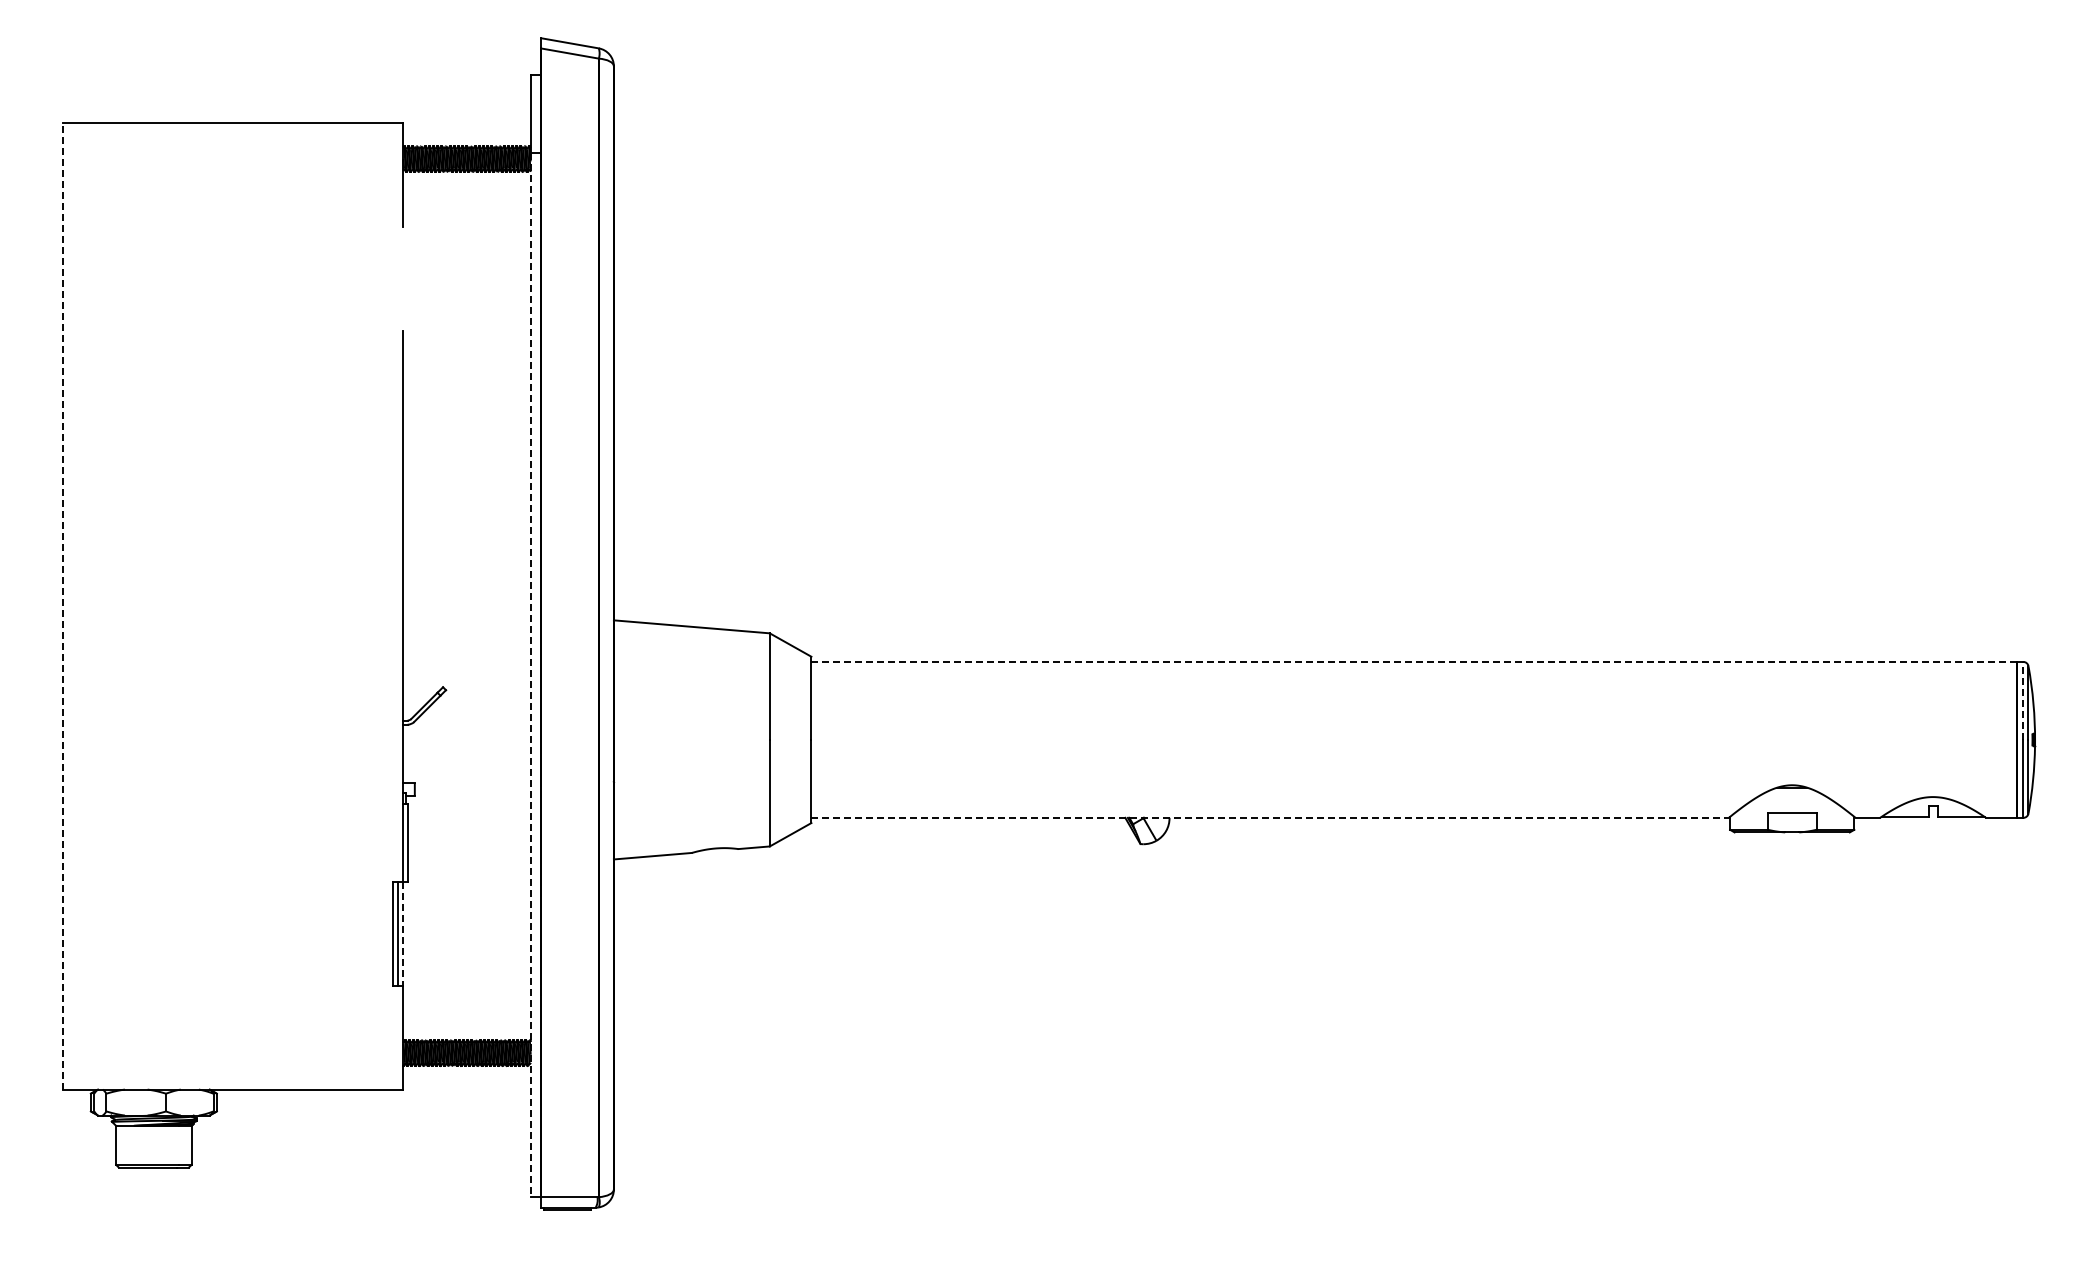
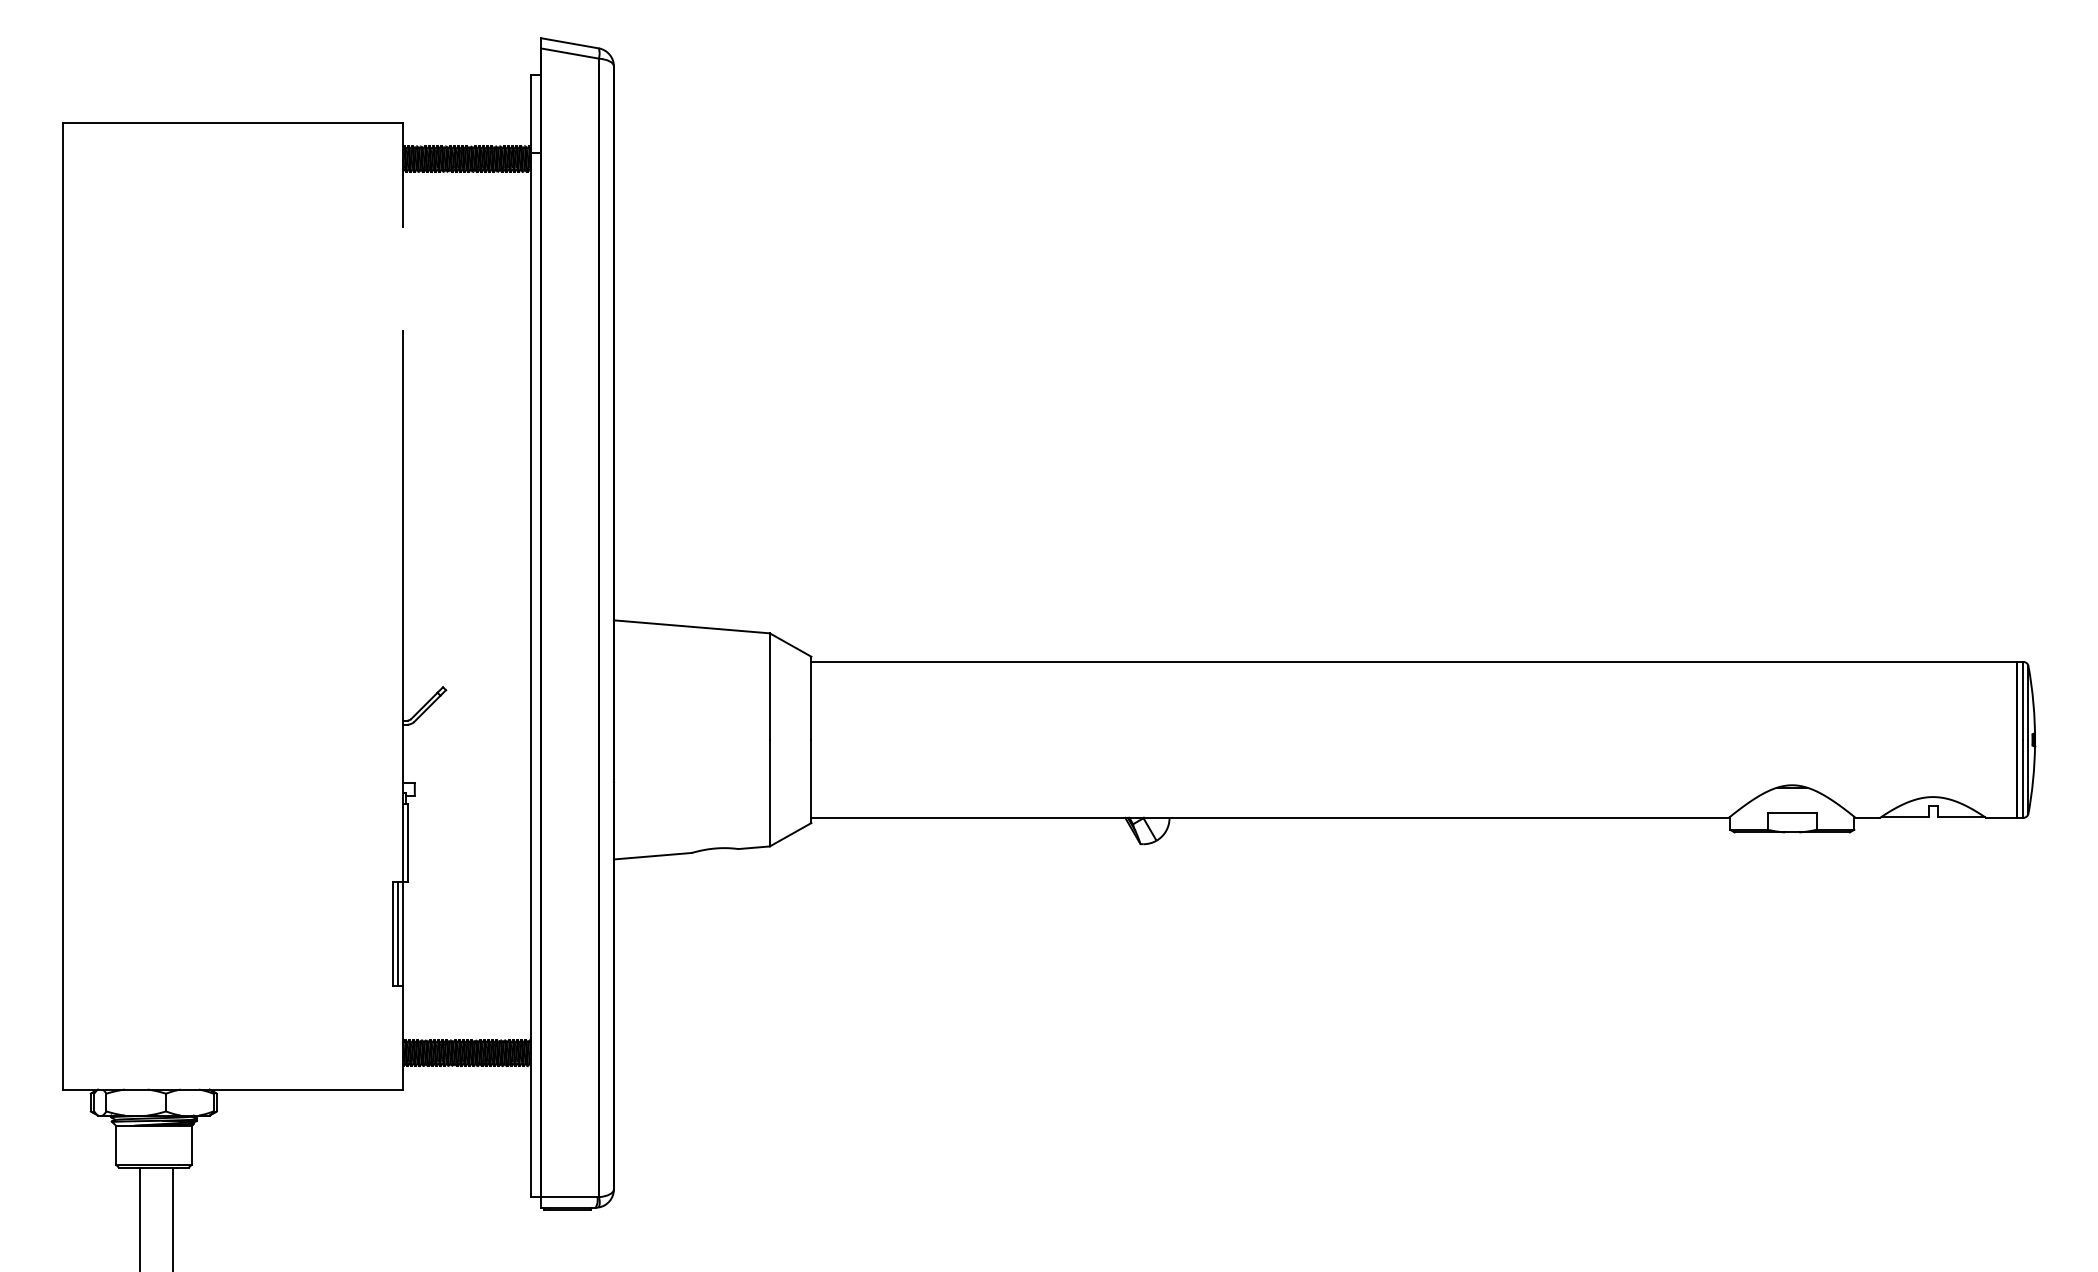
line at (62, 605): dashed -> solid
line at (1414, 661): dashed -> solid
line at (530, 675): dashed -> solid
line at (2023, 700): dashed -> solid
line at (1270, 817): dashed -> solid
line at (403, 933): dashed -> solid
line at (140, 1217): none -> present
line at (172, 1217): none -> present
